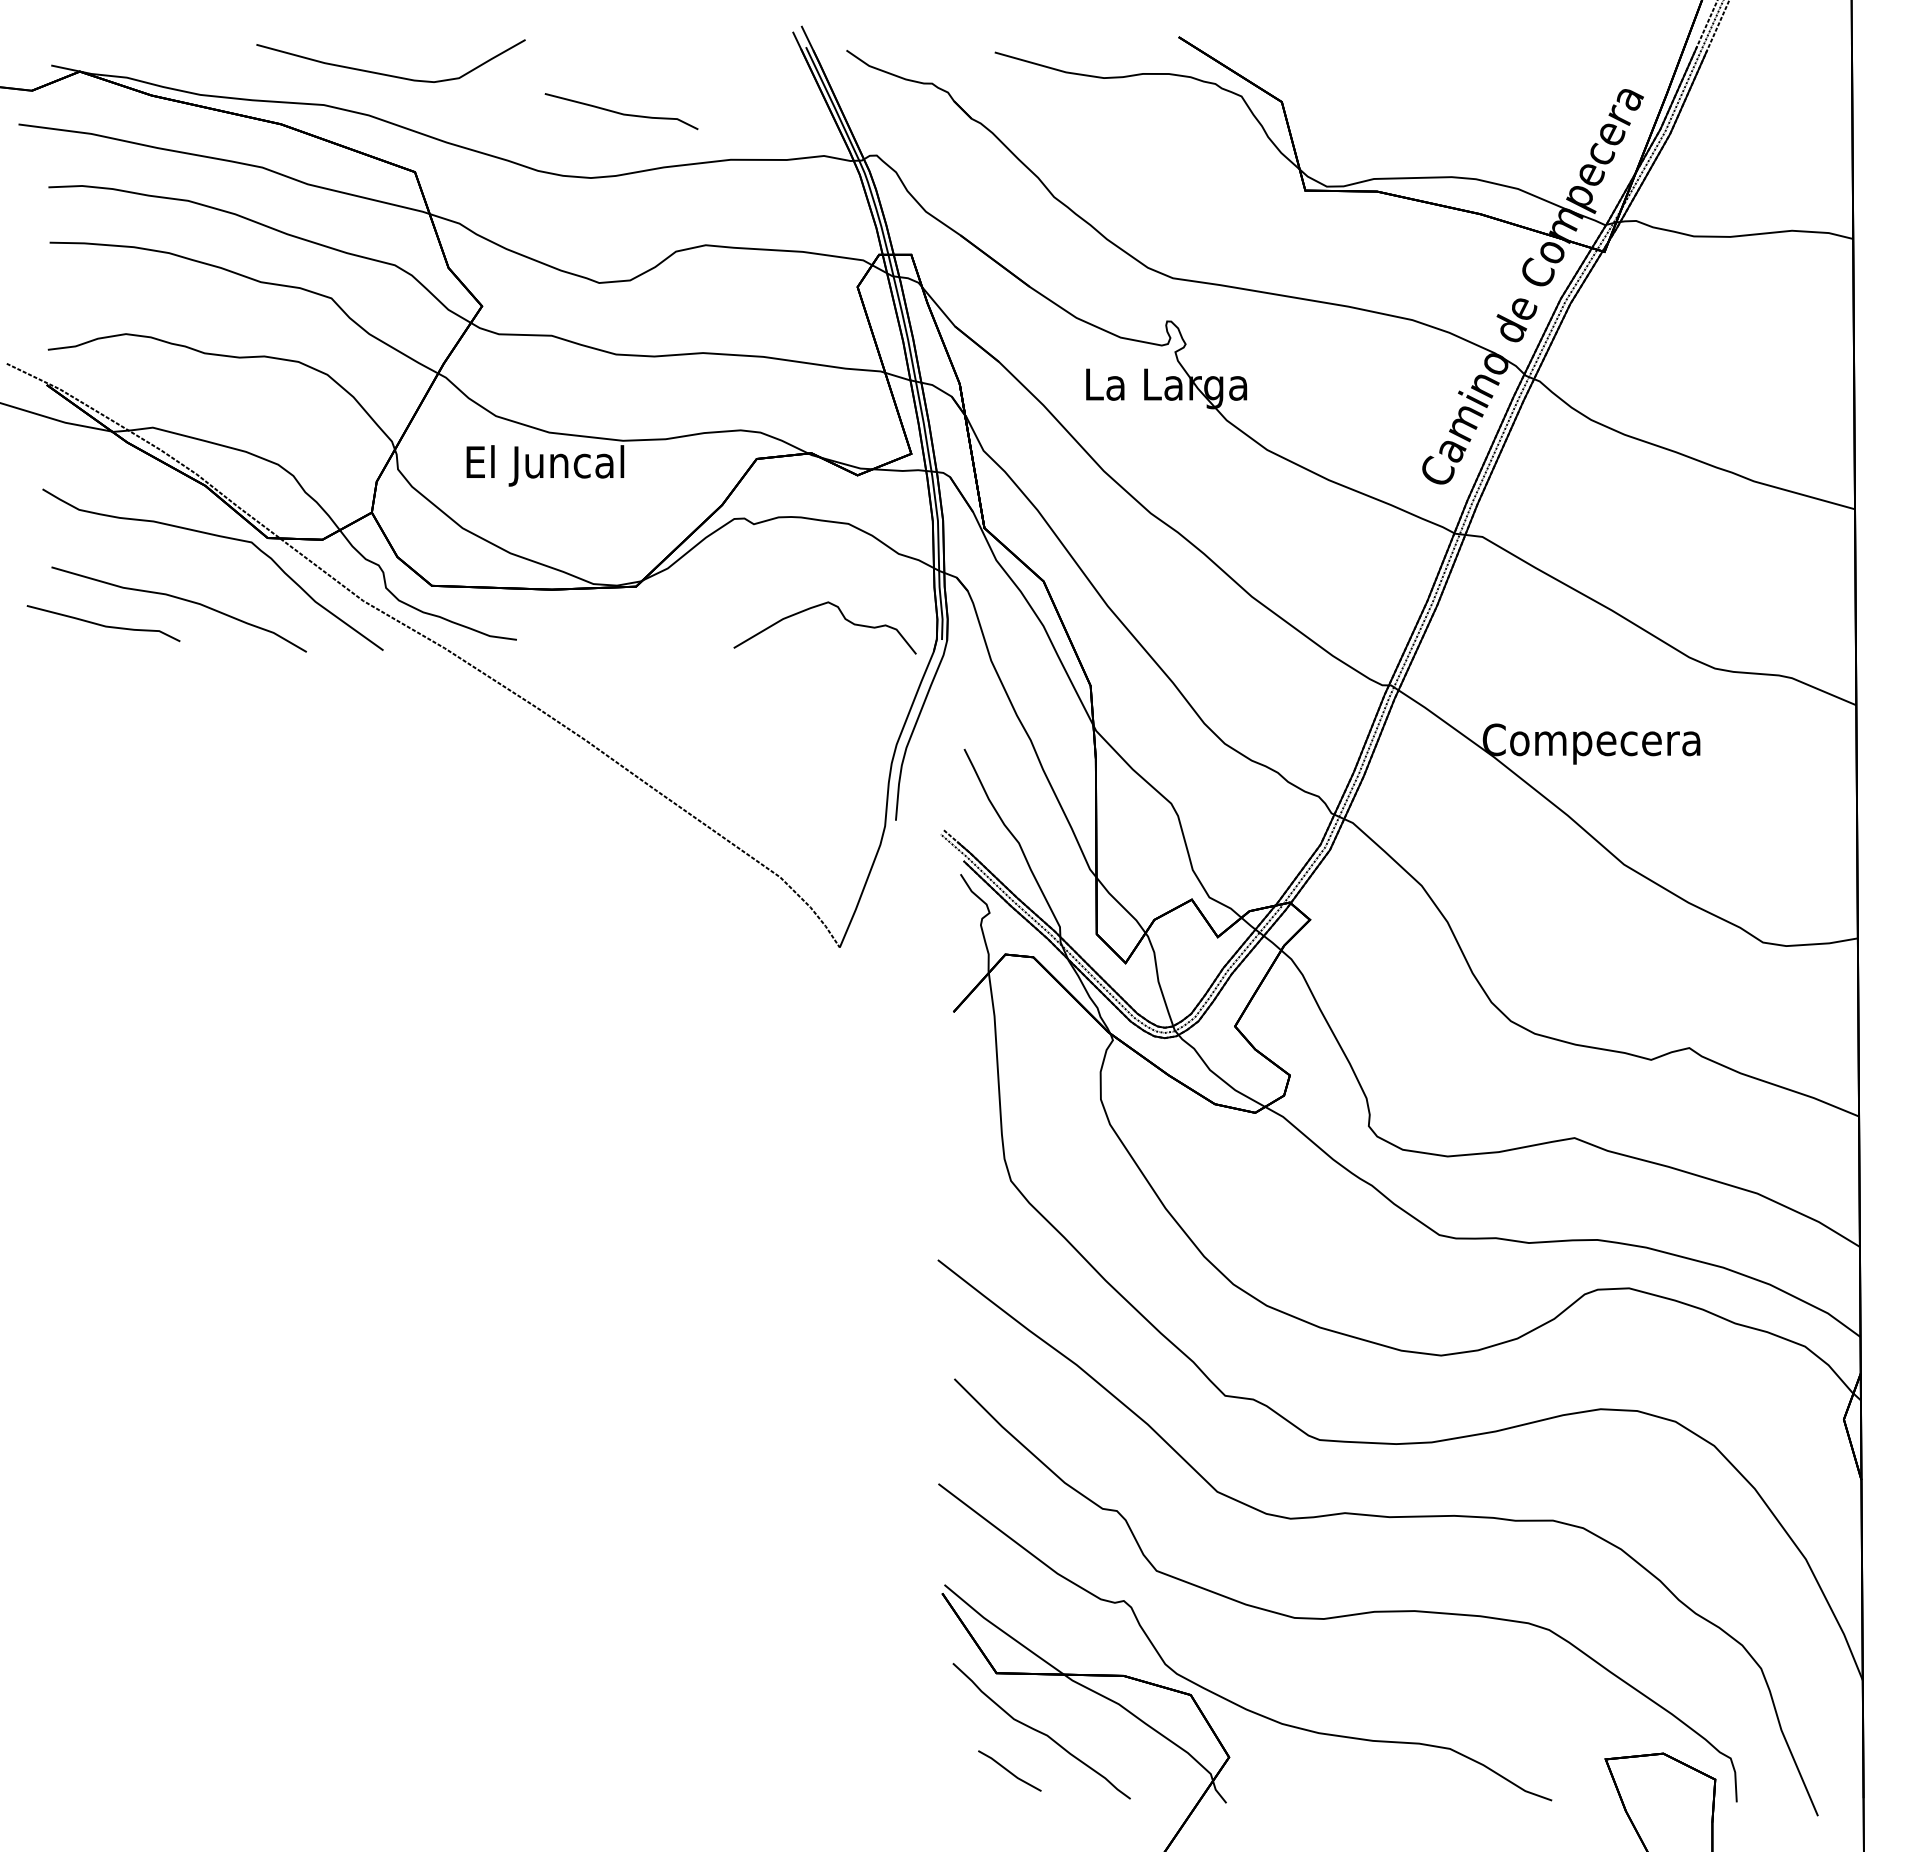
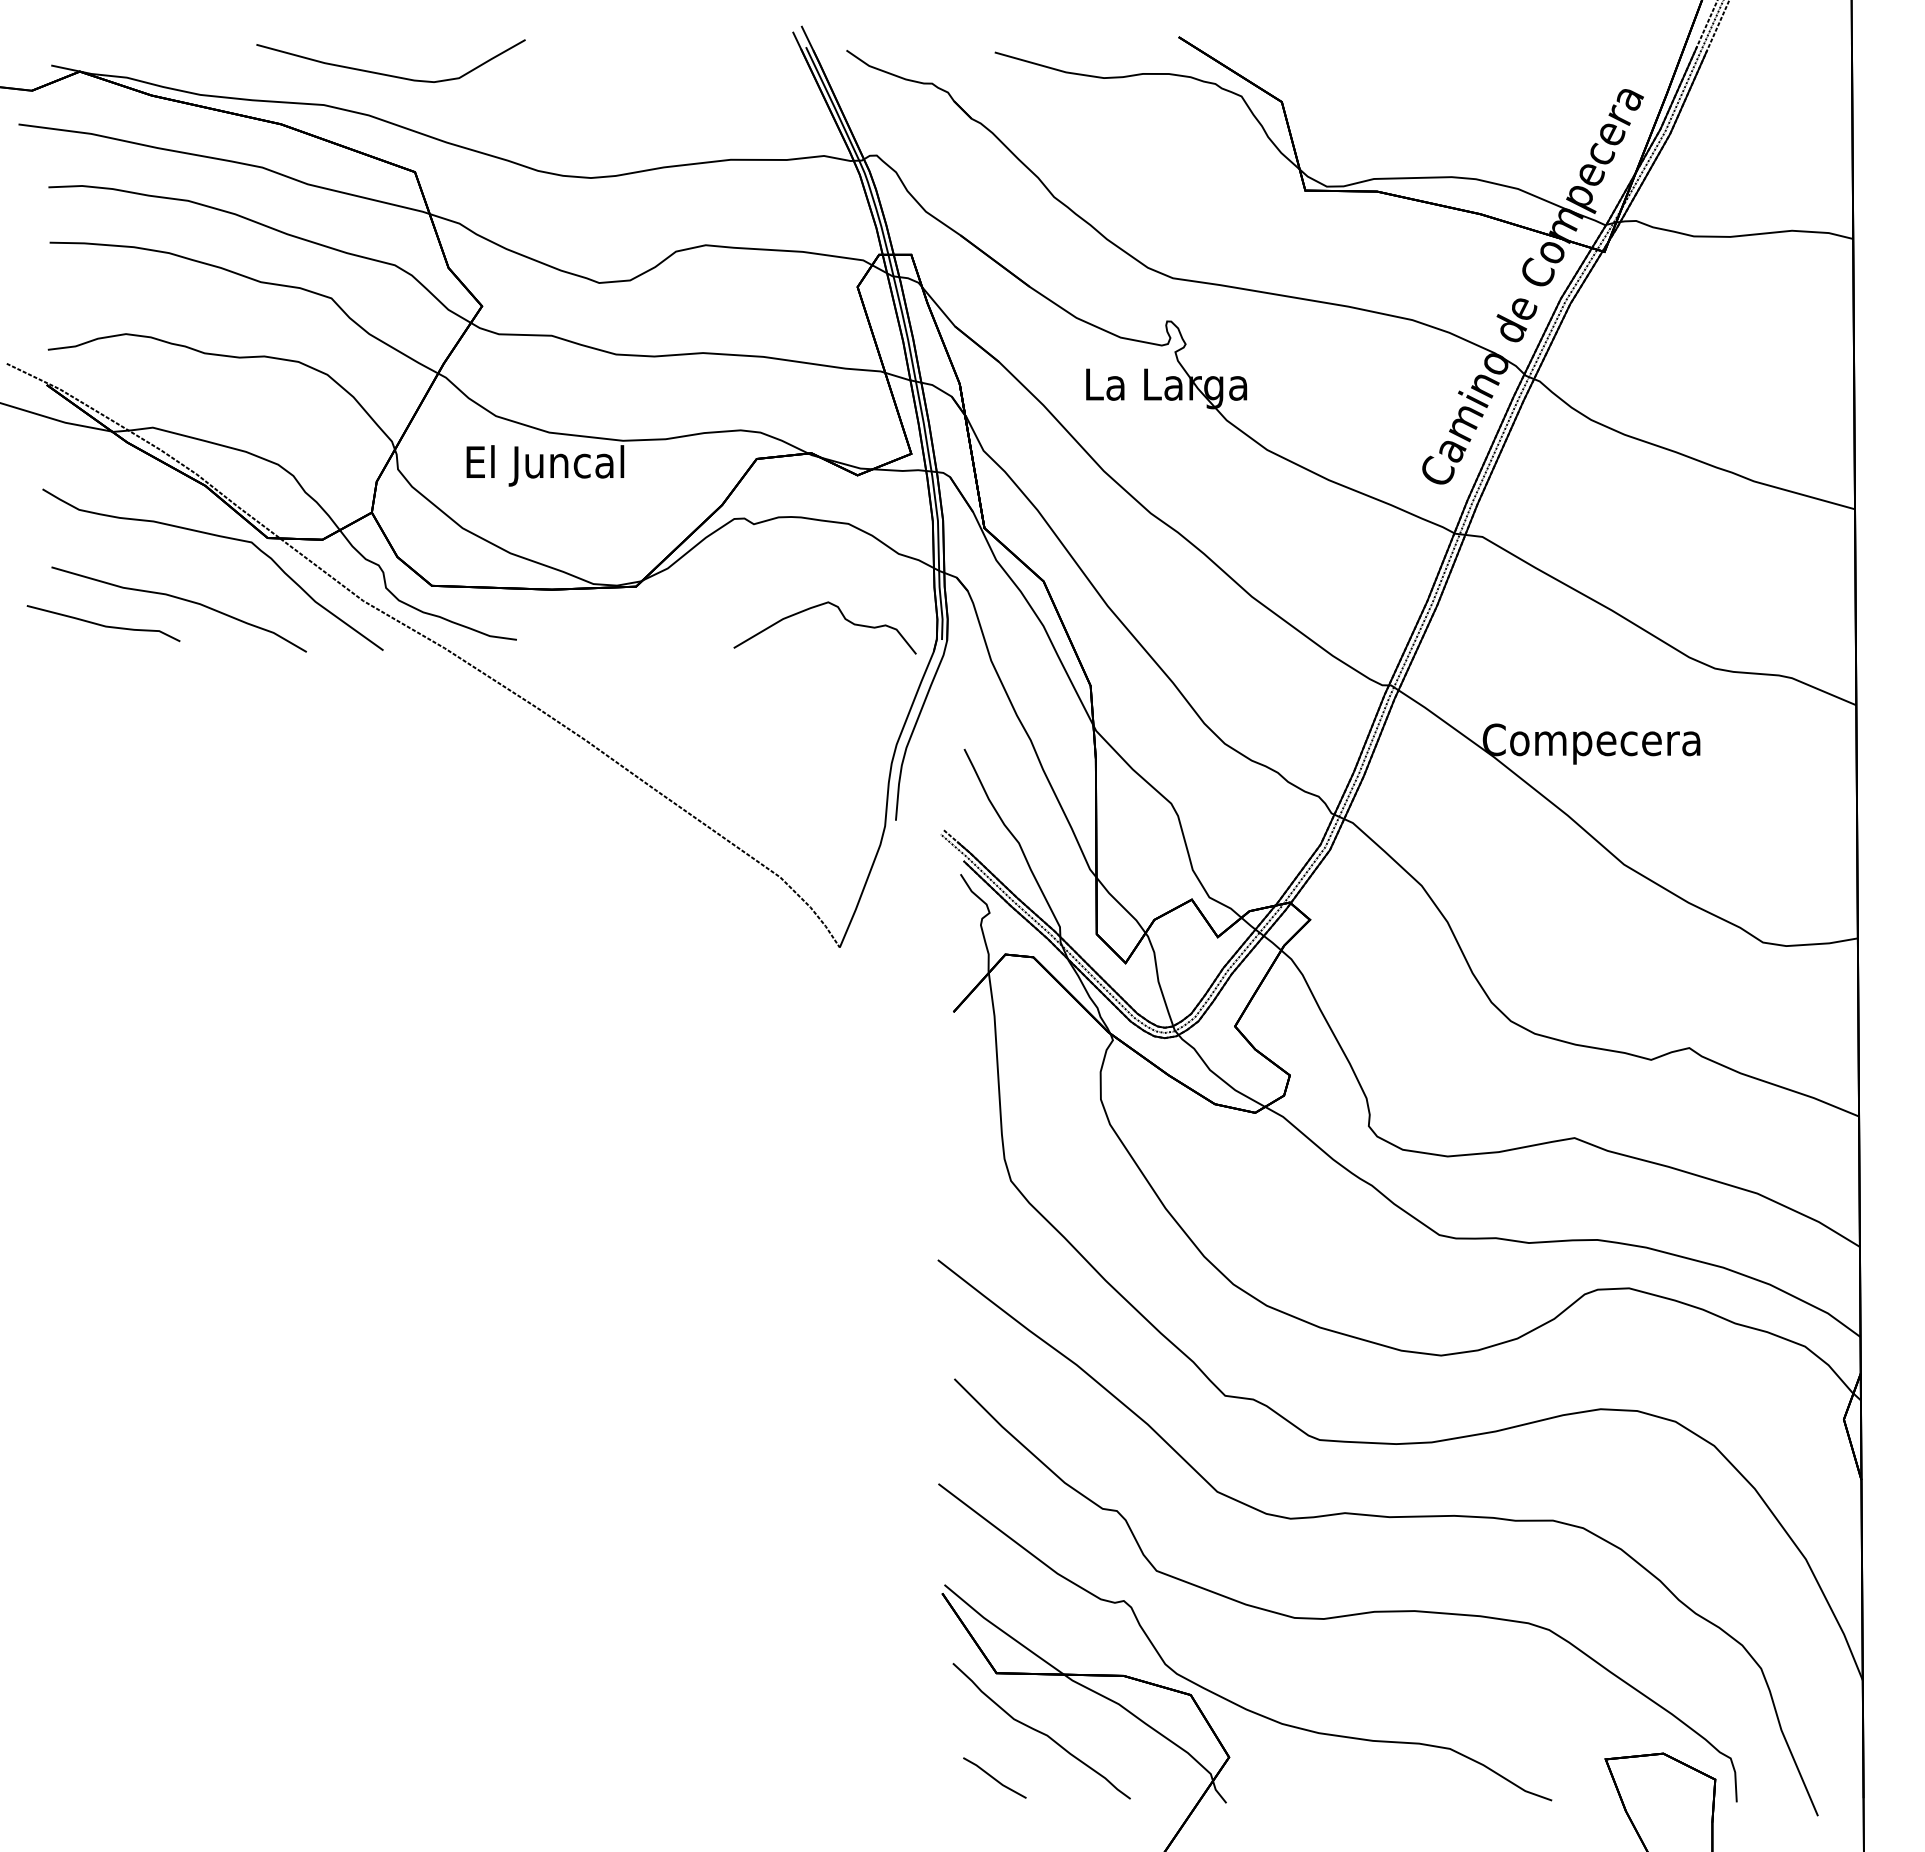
part at (621, 111): present -> none
part at (1009, 1770) position: (1009, 1770) -> (994, 1777)
